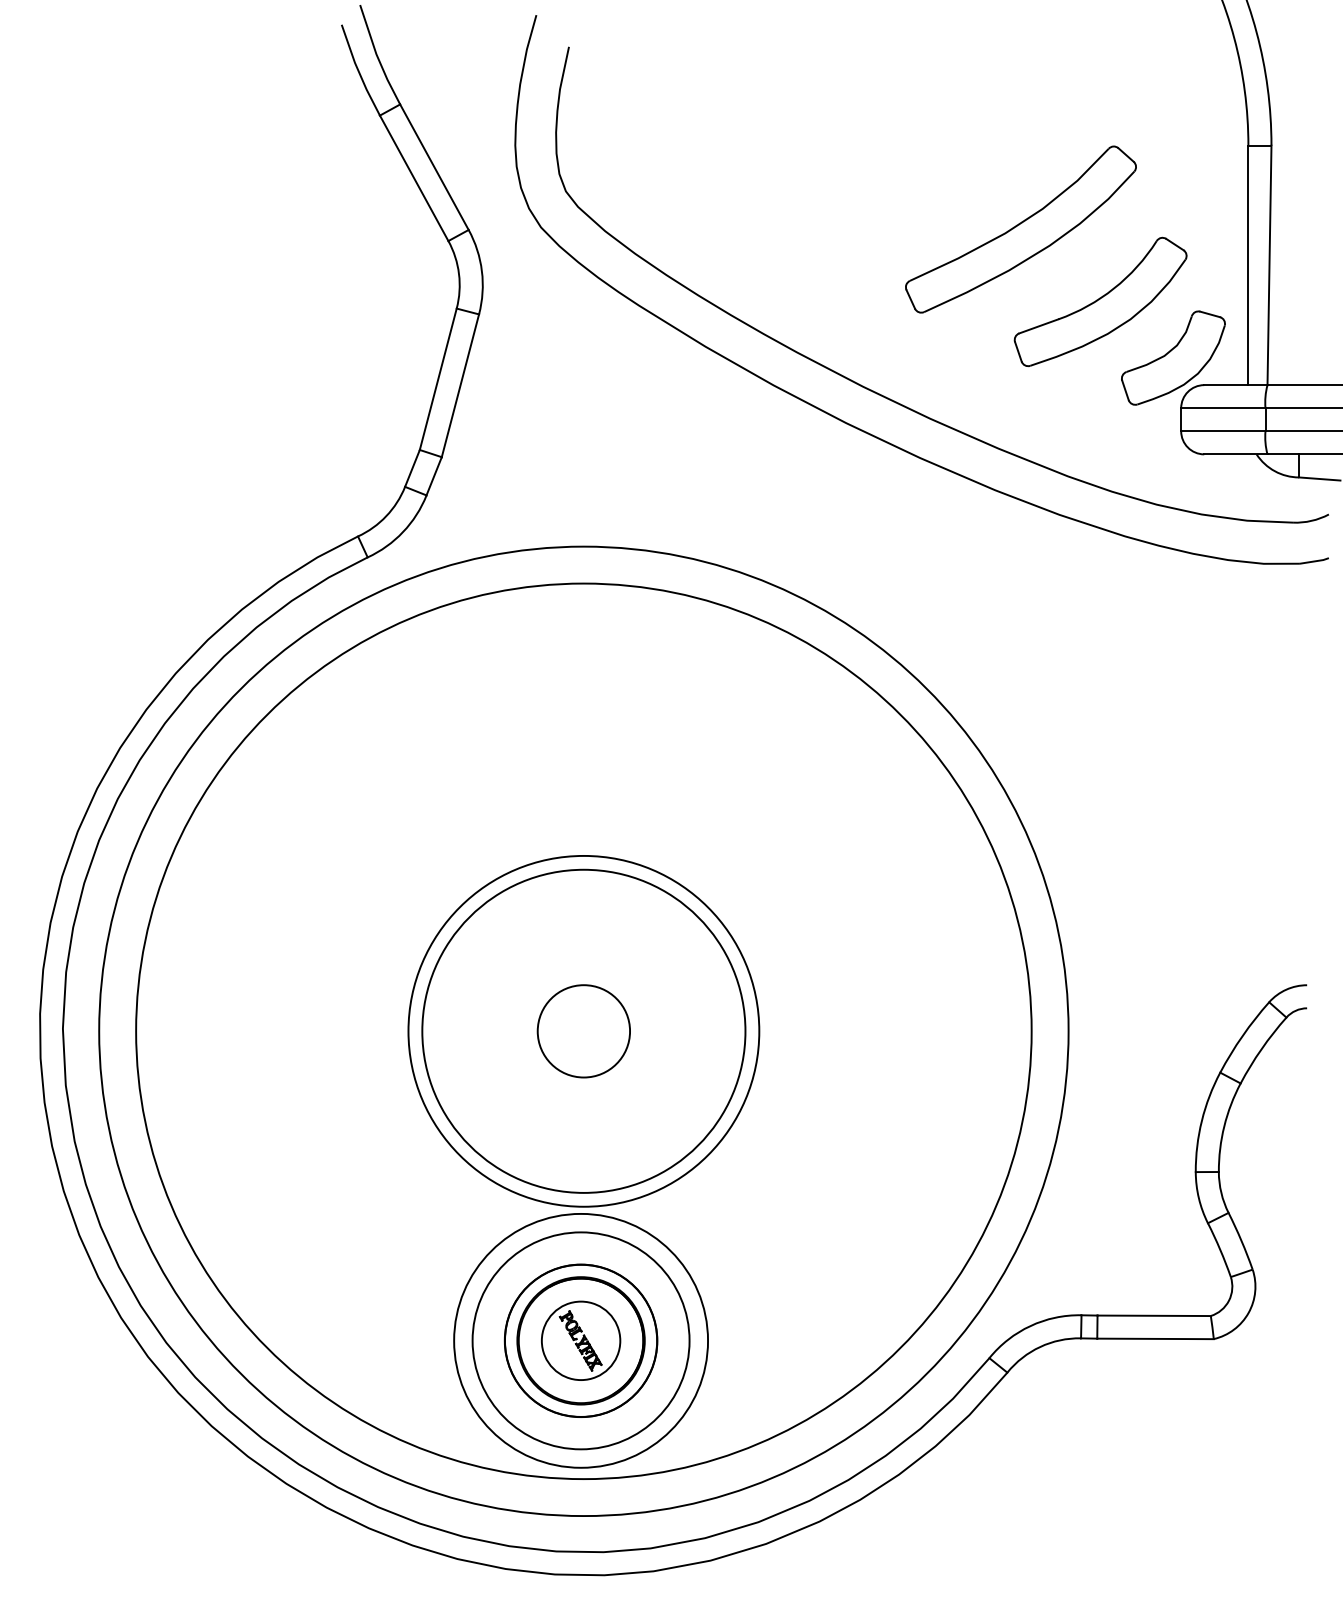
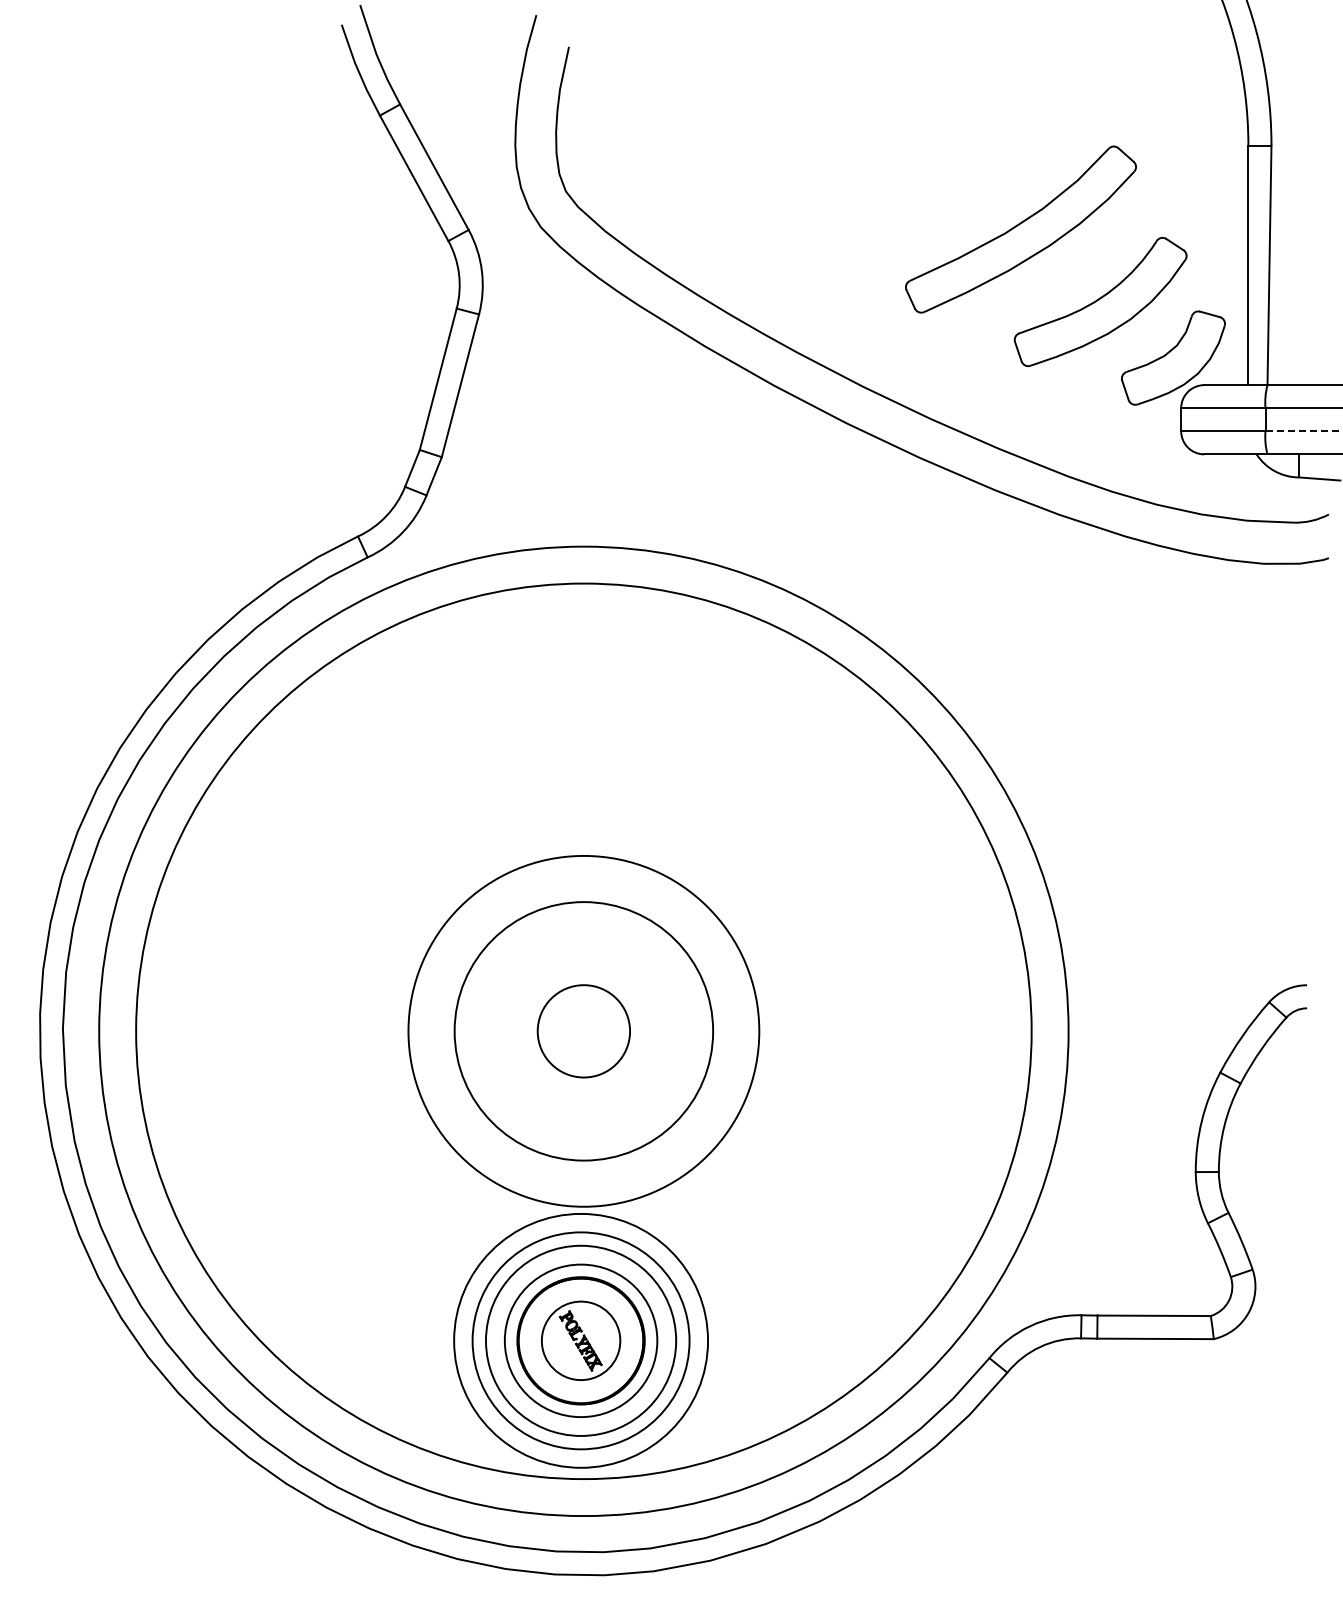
line at (1304, 431): solid -> dashed
circle at (583, 1030) diameter: 323 px -> 259 px
circle at (581, 1340) diameter: 152 px -> 190 px
